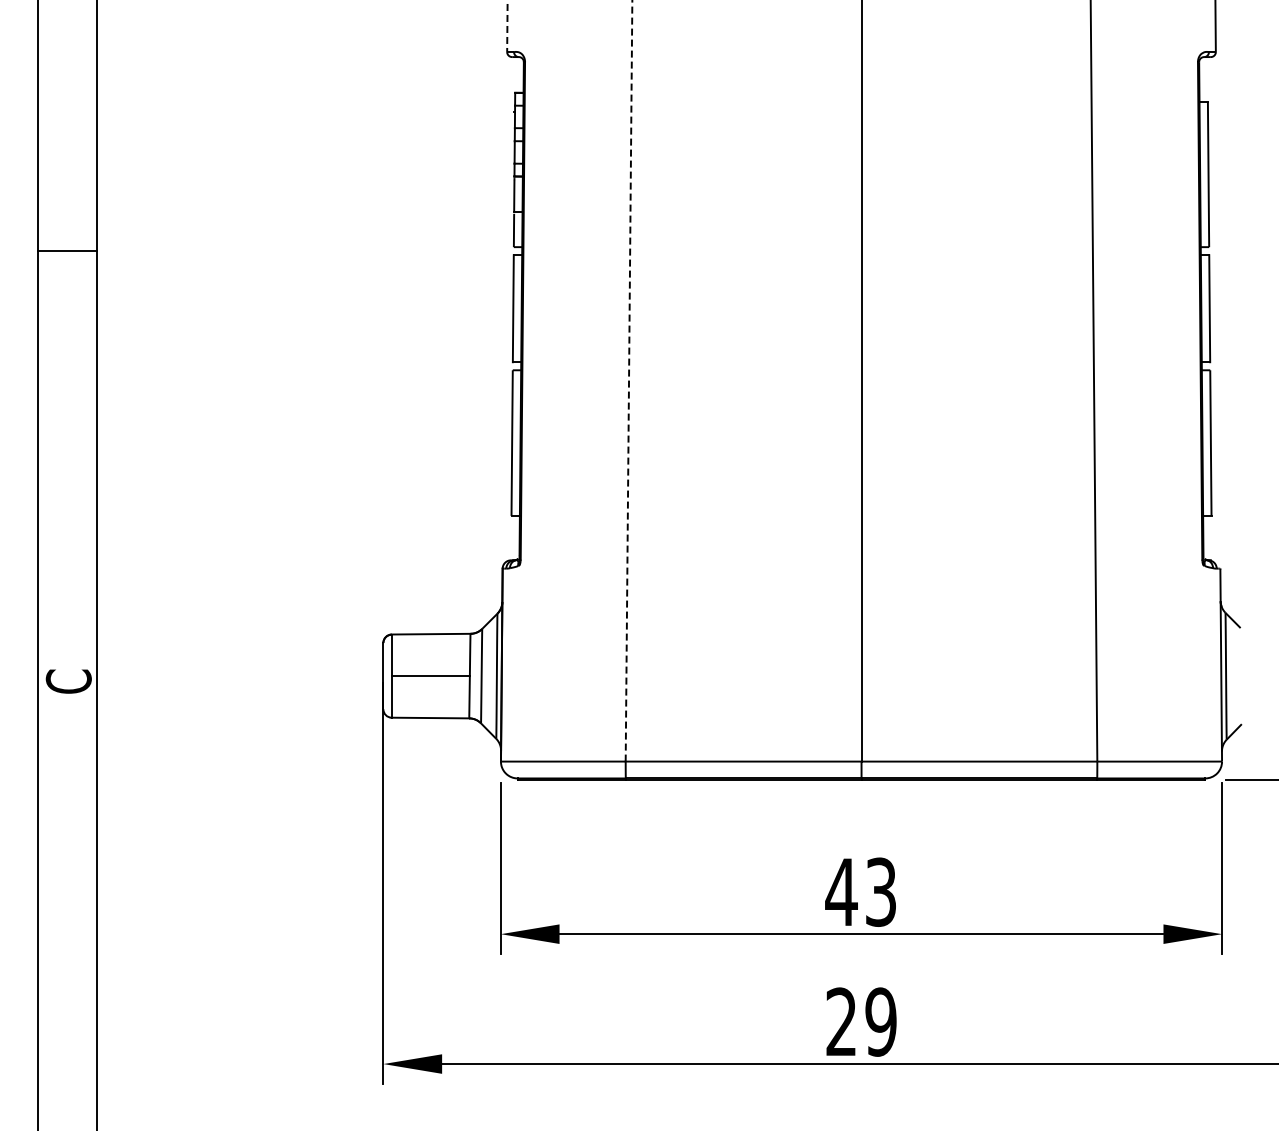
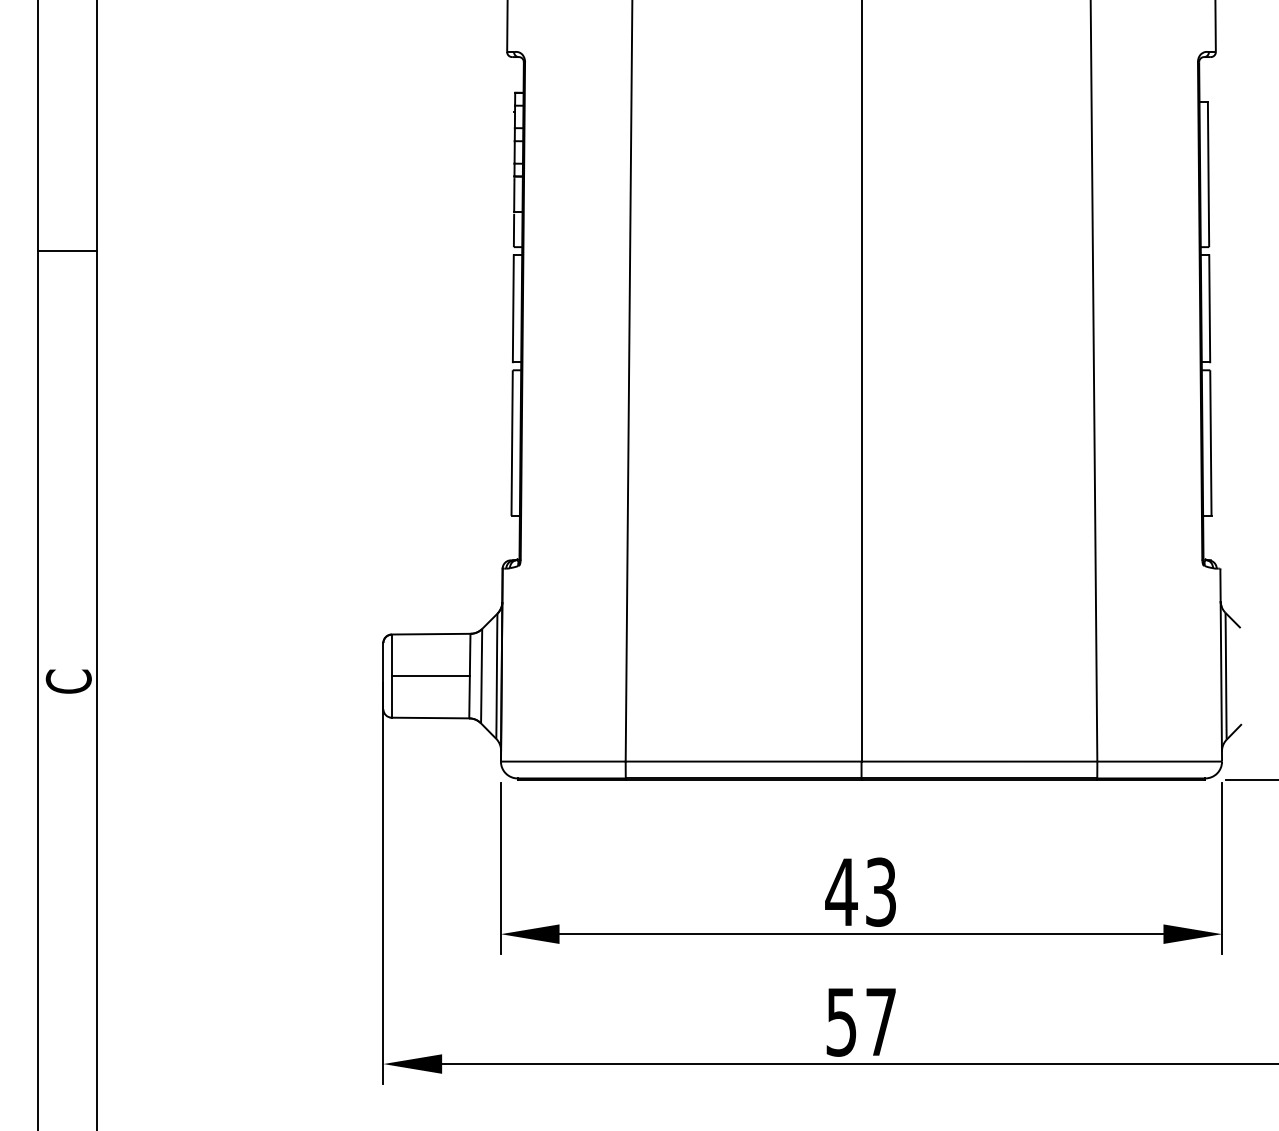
line at (507, 26): dashed -> solid
line at (629, 380): dashed -> solid
text at (861, 1021): 29 -> 57
